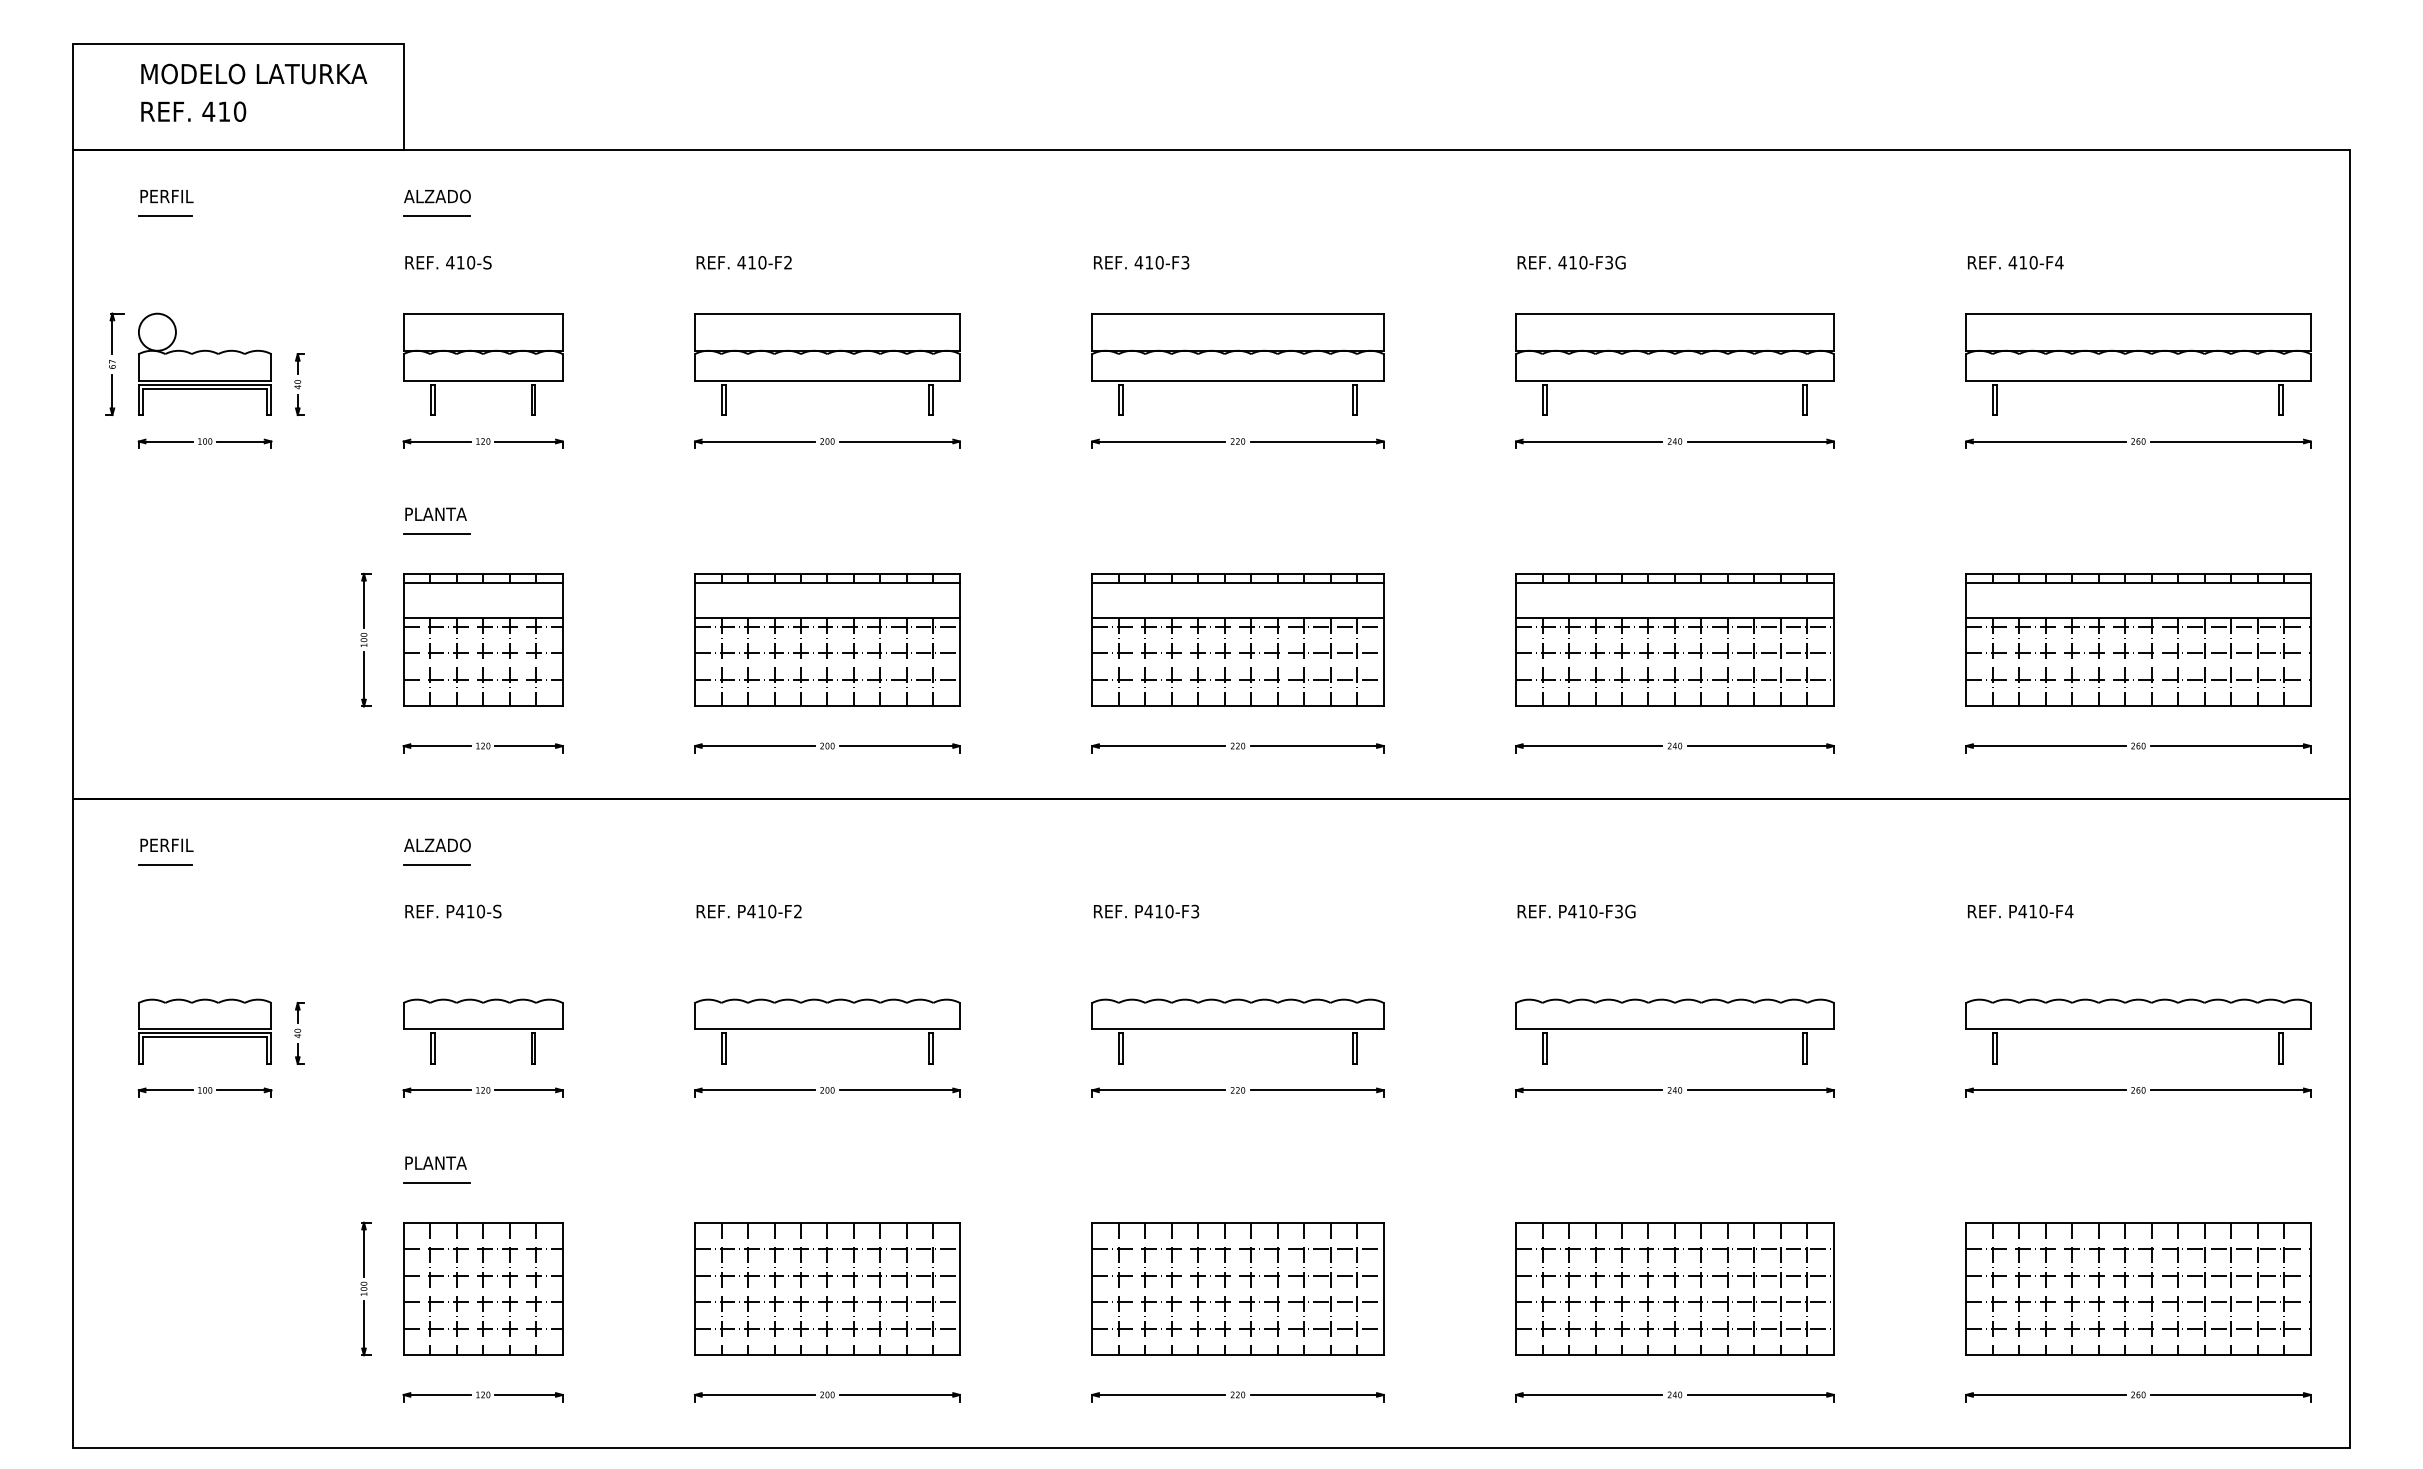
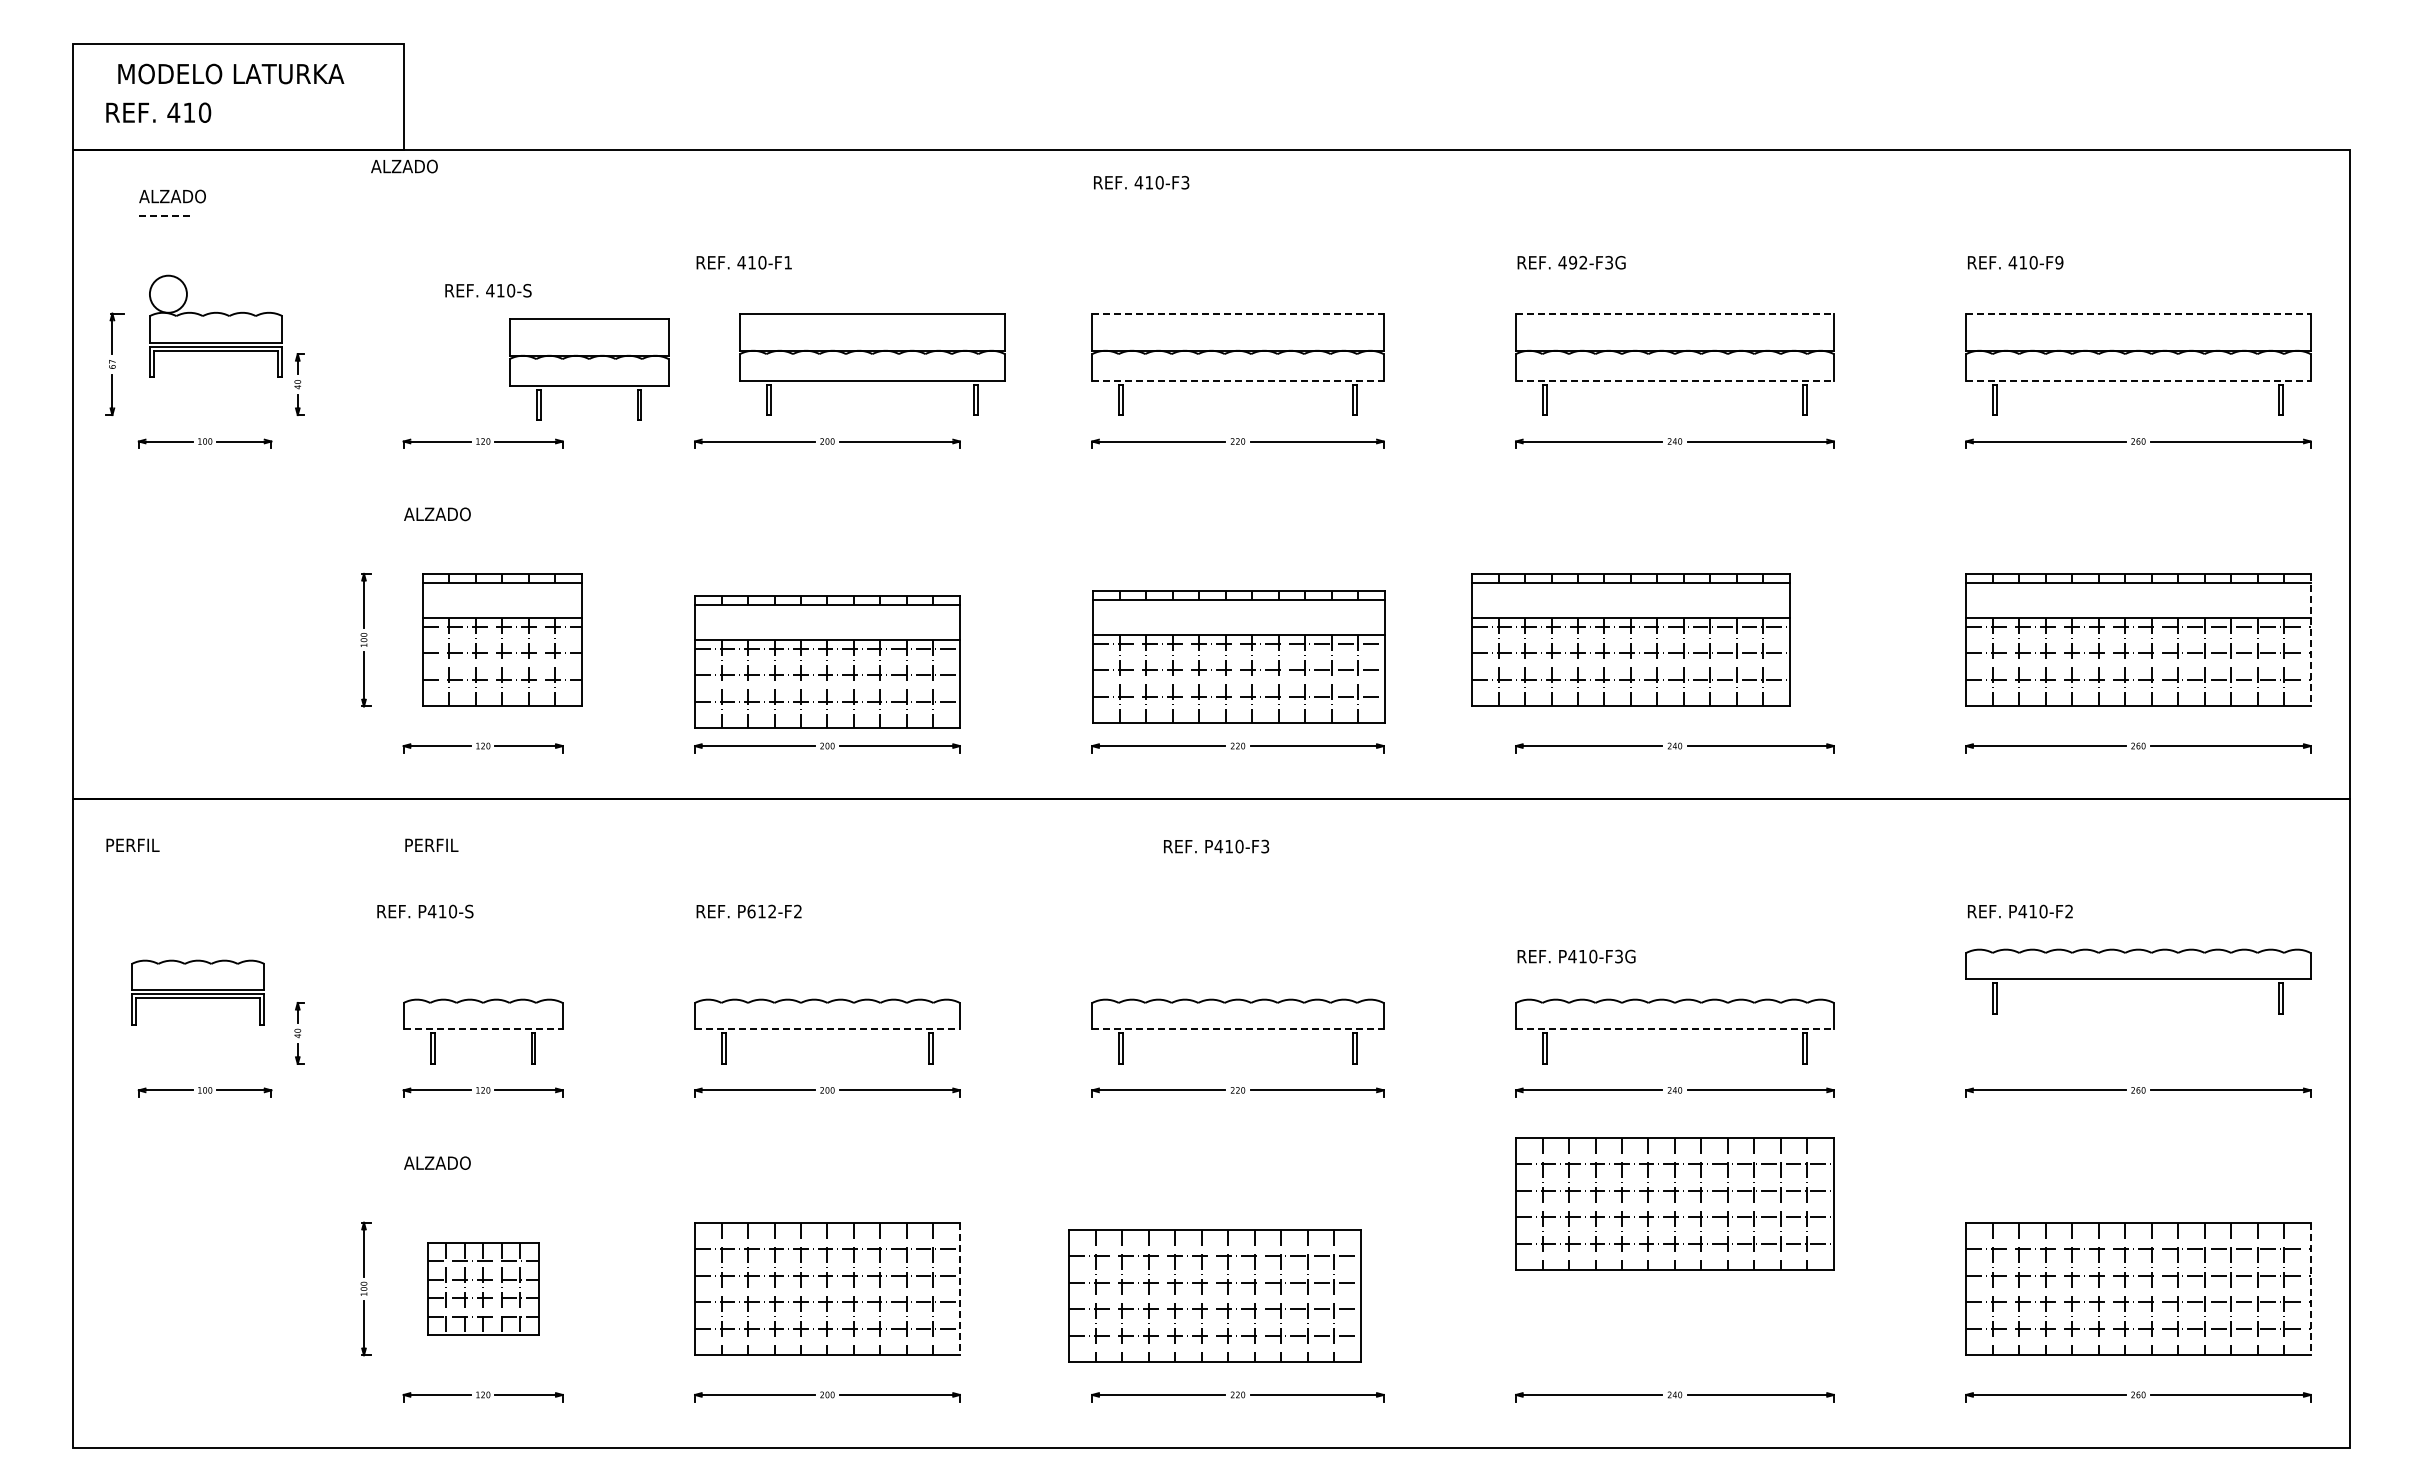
text at (254, 73) position: (254, 73) -> (231, 73)
text at (193, 111) position: (193, 111) -> (158, 112)
text at (172, 196): PERFIL -> ALZADO
text at (437, 196) position: (437, 196) -> (404, 166)
line at (165, 216): solid -> dashed
line at (436, 216): present -> none
text at (448, 262) position: (448, 262) -> (488, 290)
text at (787, 262): 410-F2 -> 410-F1
text at (1141, 262) position: (1141, 262) -> (1141, 182)
text at (1578, 262): 410-F3G -> 492-F3G
text at (2059, 262): 410-F4 -> 410-F9
line at (1237, 313): solid -> dashed
line at (1674, 313): solid -> dashed
line at (2138, 313): solid -> dashed
part at (204, 363) position: (204, 363) -> (215, 325)
part at (483, 364) position: (483, 364) -> (589, 369)
part at (827, 364) position: (827, 364) -> (872, 364)
line at (1237, 380): solid -> dashed
line at (1674, 380): solid -> dashed
line at (2138, 380): solid -> dashed
text at (437, 514): PLANTA -> ALZADO
line at (436, 534): present -> none
part at (483, 639) position: (483, 639) -> (502, 639)
part at (827, 639) position: (827, 639) -> (827, 661)
part at (1237, 639) position: (1237, 639) -> (1238, 656)
part at (1674, 639) position: (1674, 639) -> (1630, 639)
line at (2310, 640): solid -> dashed
text at (166, 844) position: (166, 844) -> (132, 844)
text at (437, 845): ALZADO -> PERFIL
line at (164, 865): present -> none
line at (436, 865): present -> none
text at (453, 911) position: (453, 911) -> (425, 911)
text at (761, 911): P410-F2 -> P612-F2
text at (1146, 911) position: (1146, 911) -> (1216, 846)
text at (1576, 911) position: (1576, 911) -> (1576, 956)
text at (2068, 911): P410-F4 -> P410-F2
line at (483, 1029): solid -> dashed
line at (827, 1029): solid -> dashed
line at (1237, 1029): solid -> dashed
line at (1674, 1029): solid -> dashed
part at (204, 1031) position: (204, 1031) -> (197, 992)
part at (2138, 1031) position: (2138, 1031) -> (2138, 981)
text at (437, 1162): PLANTA -> ALZADO
line at (436, 1183): present -> none
part at (483, 1288) size: 161x134 px -> 113x94 px
part at (1237, 1288) position: (1237, 1288) -> (1214, 1295)
part at (1674, 1288) position: (1674, 1288) -> (1674, 1203)
line at (959, 1289): solid -> dashed
line at (2310, 1289): solid -> dashed
